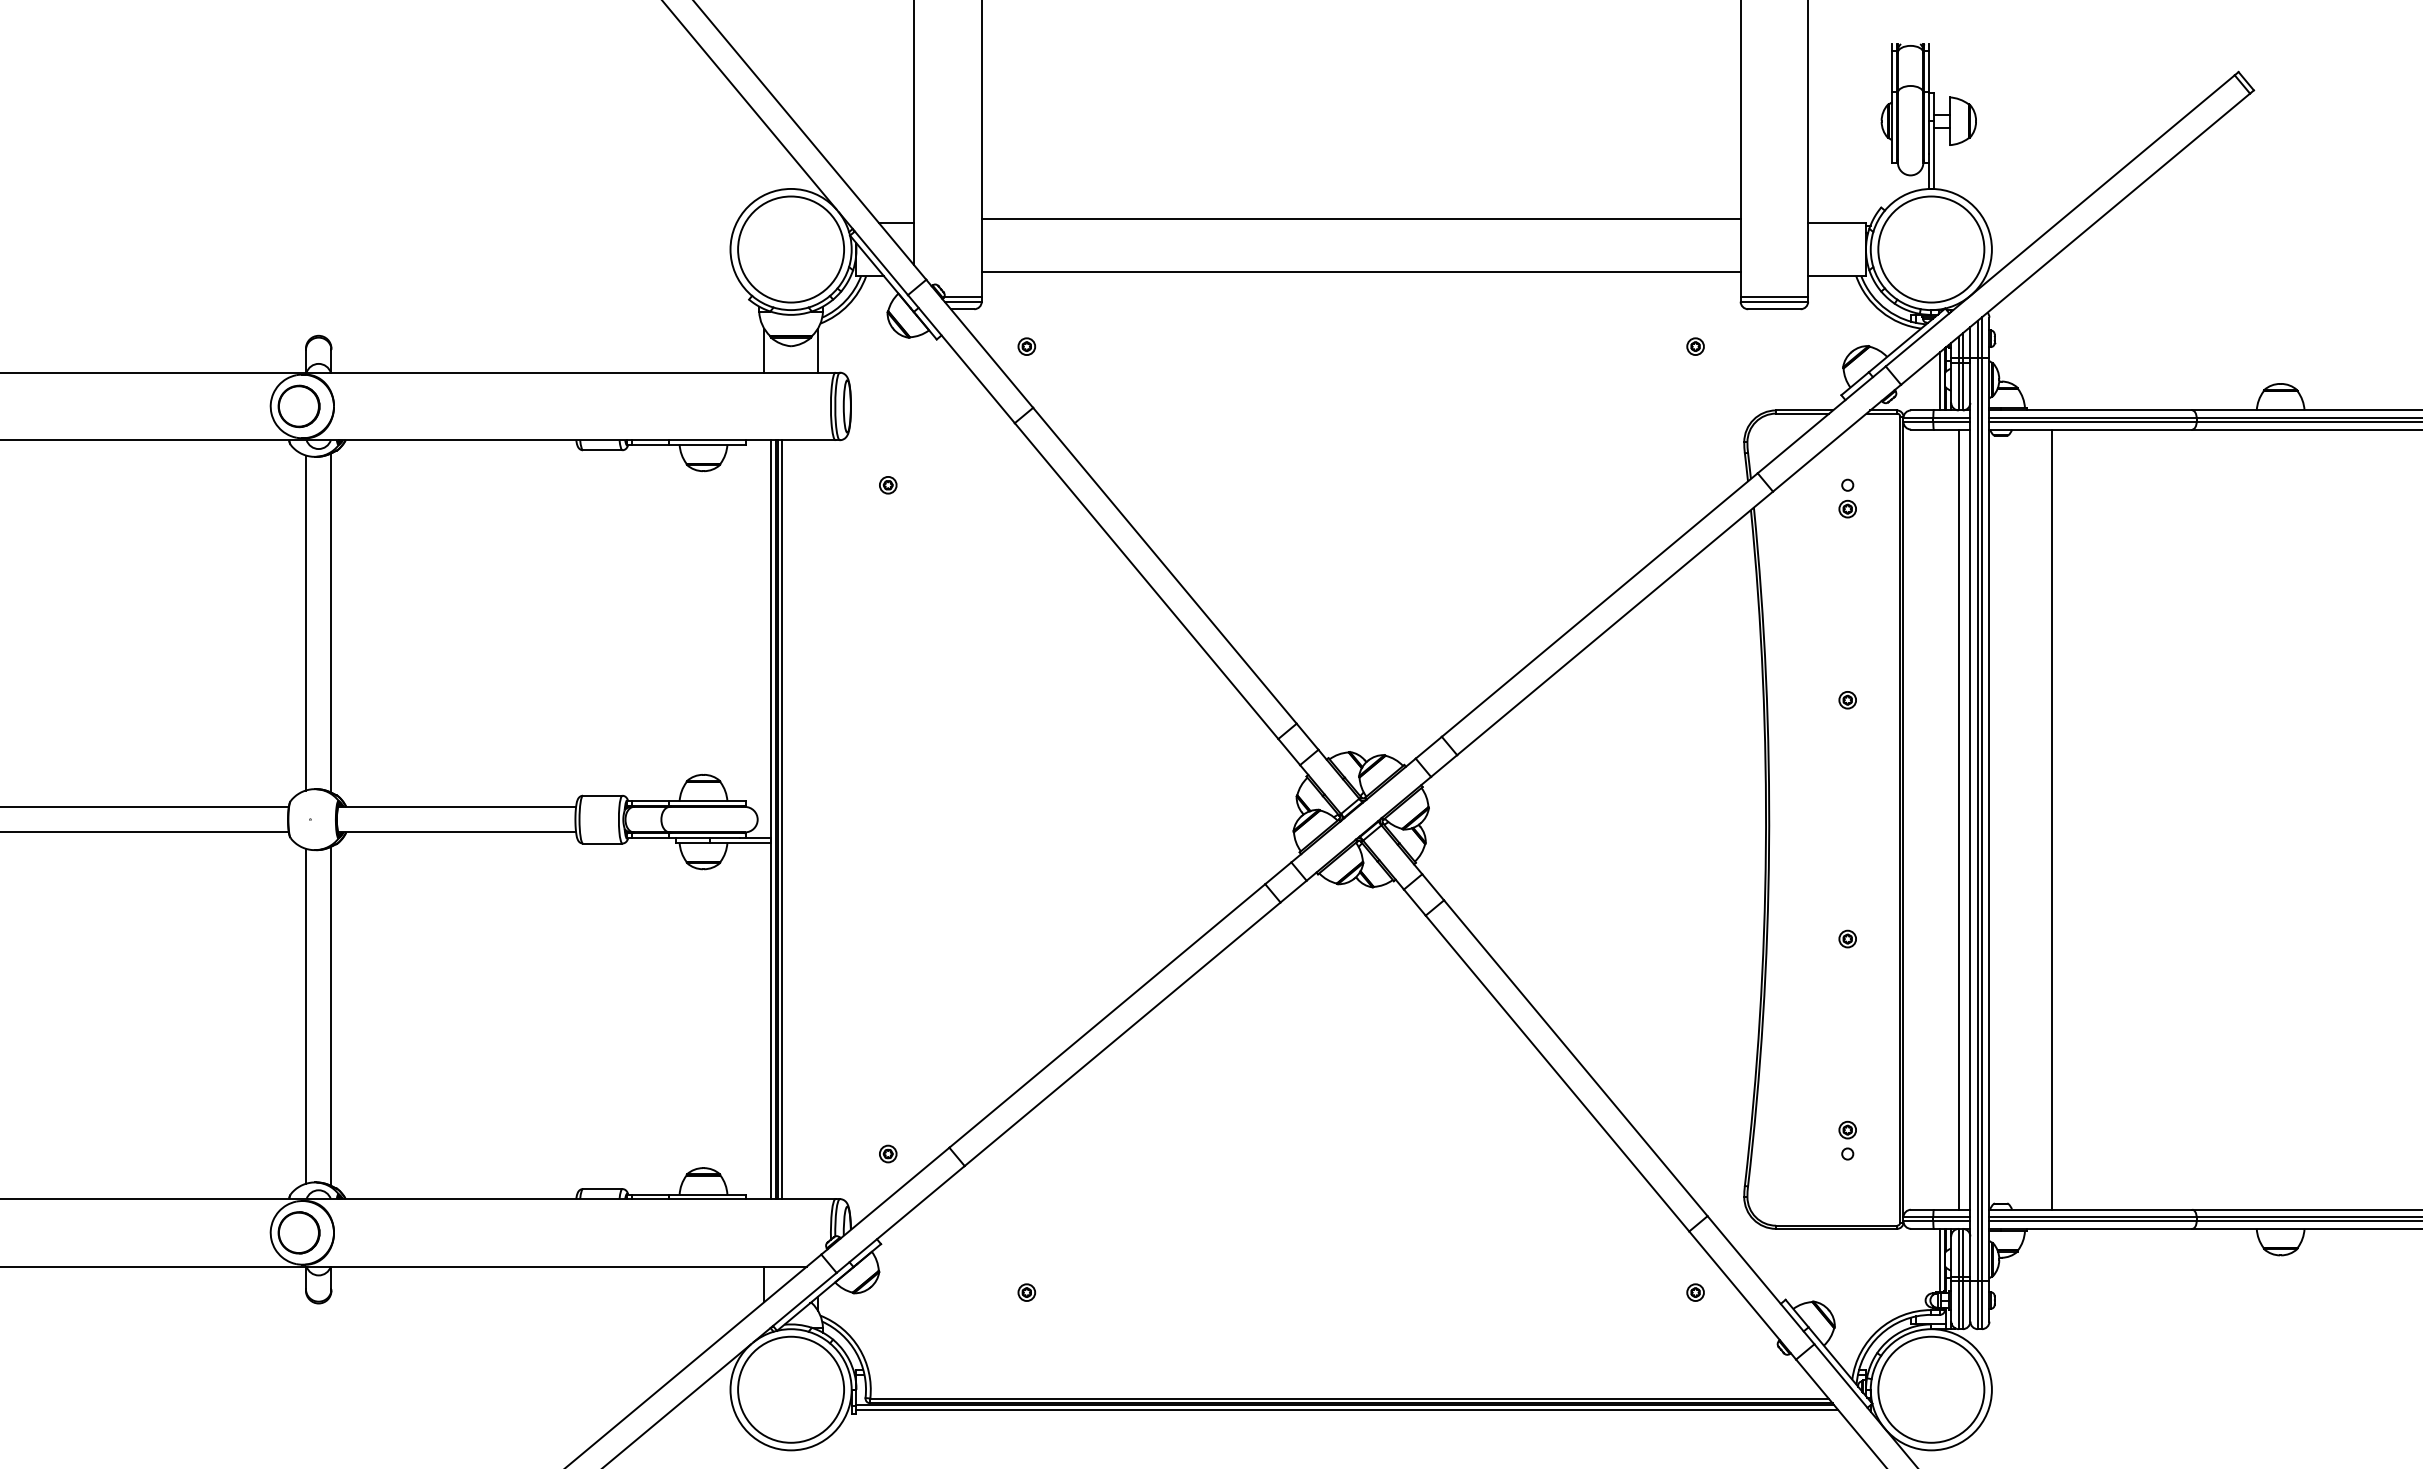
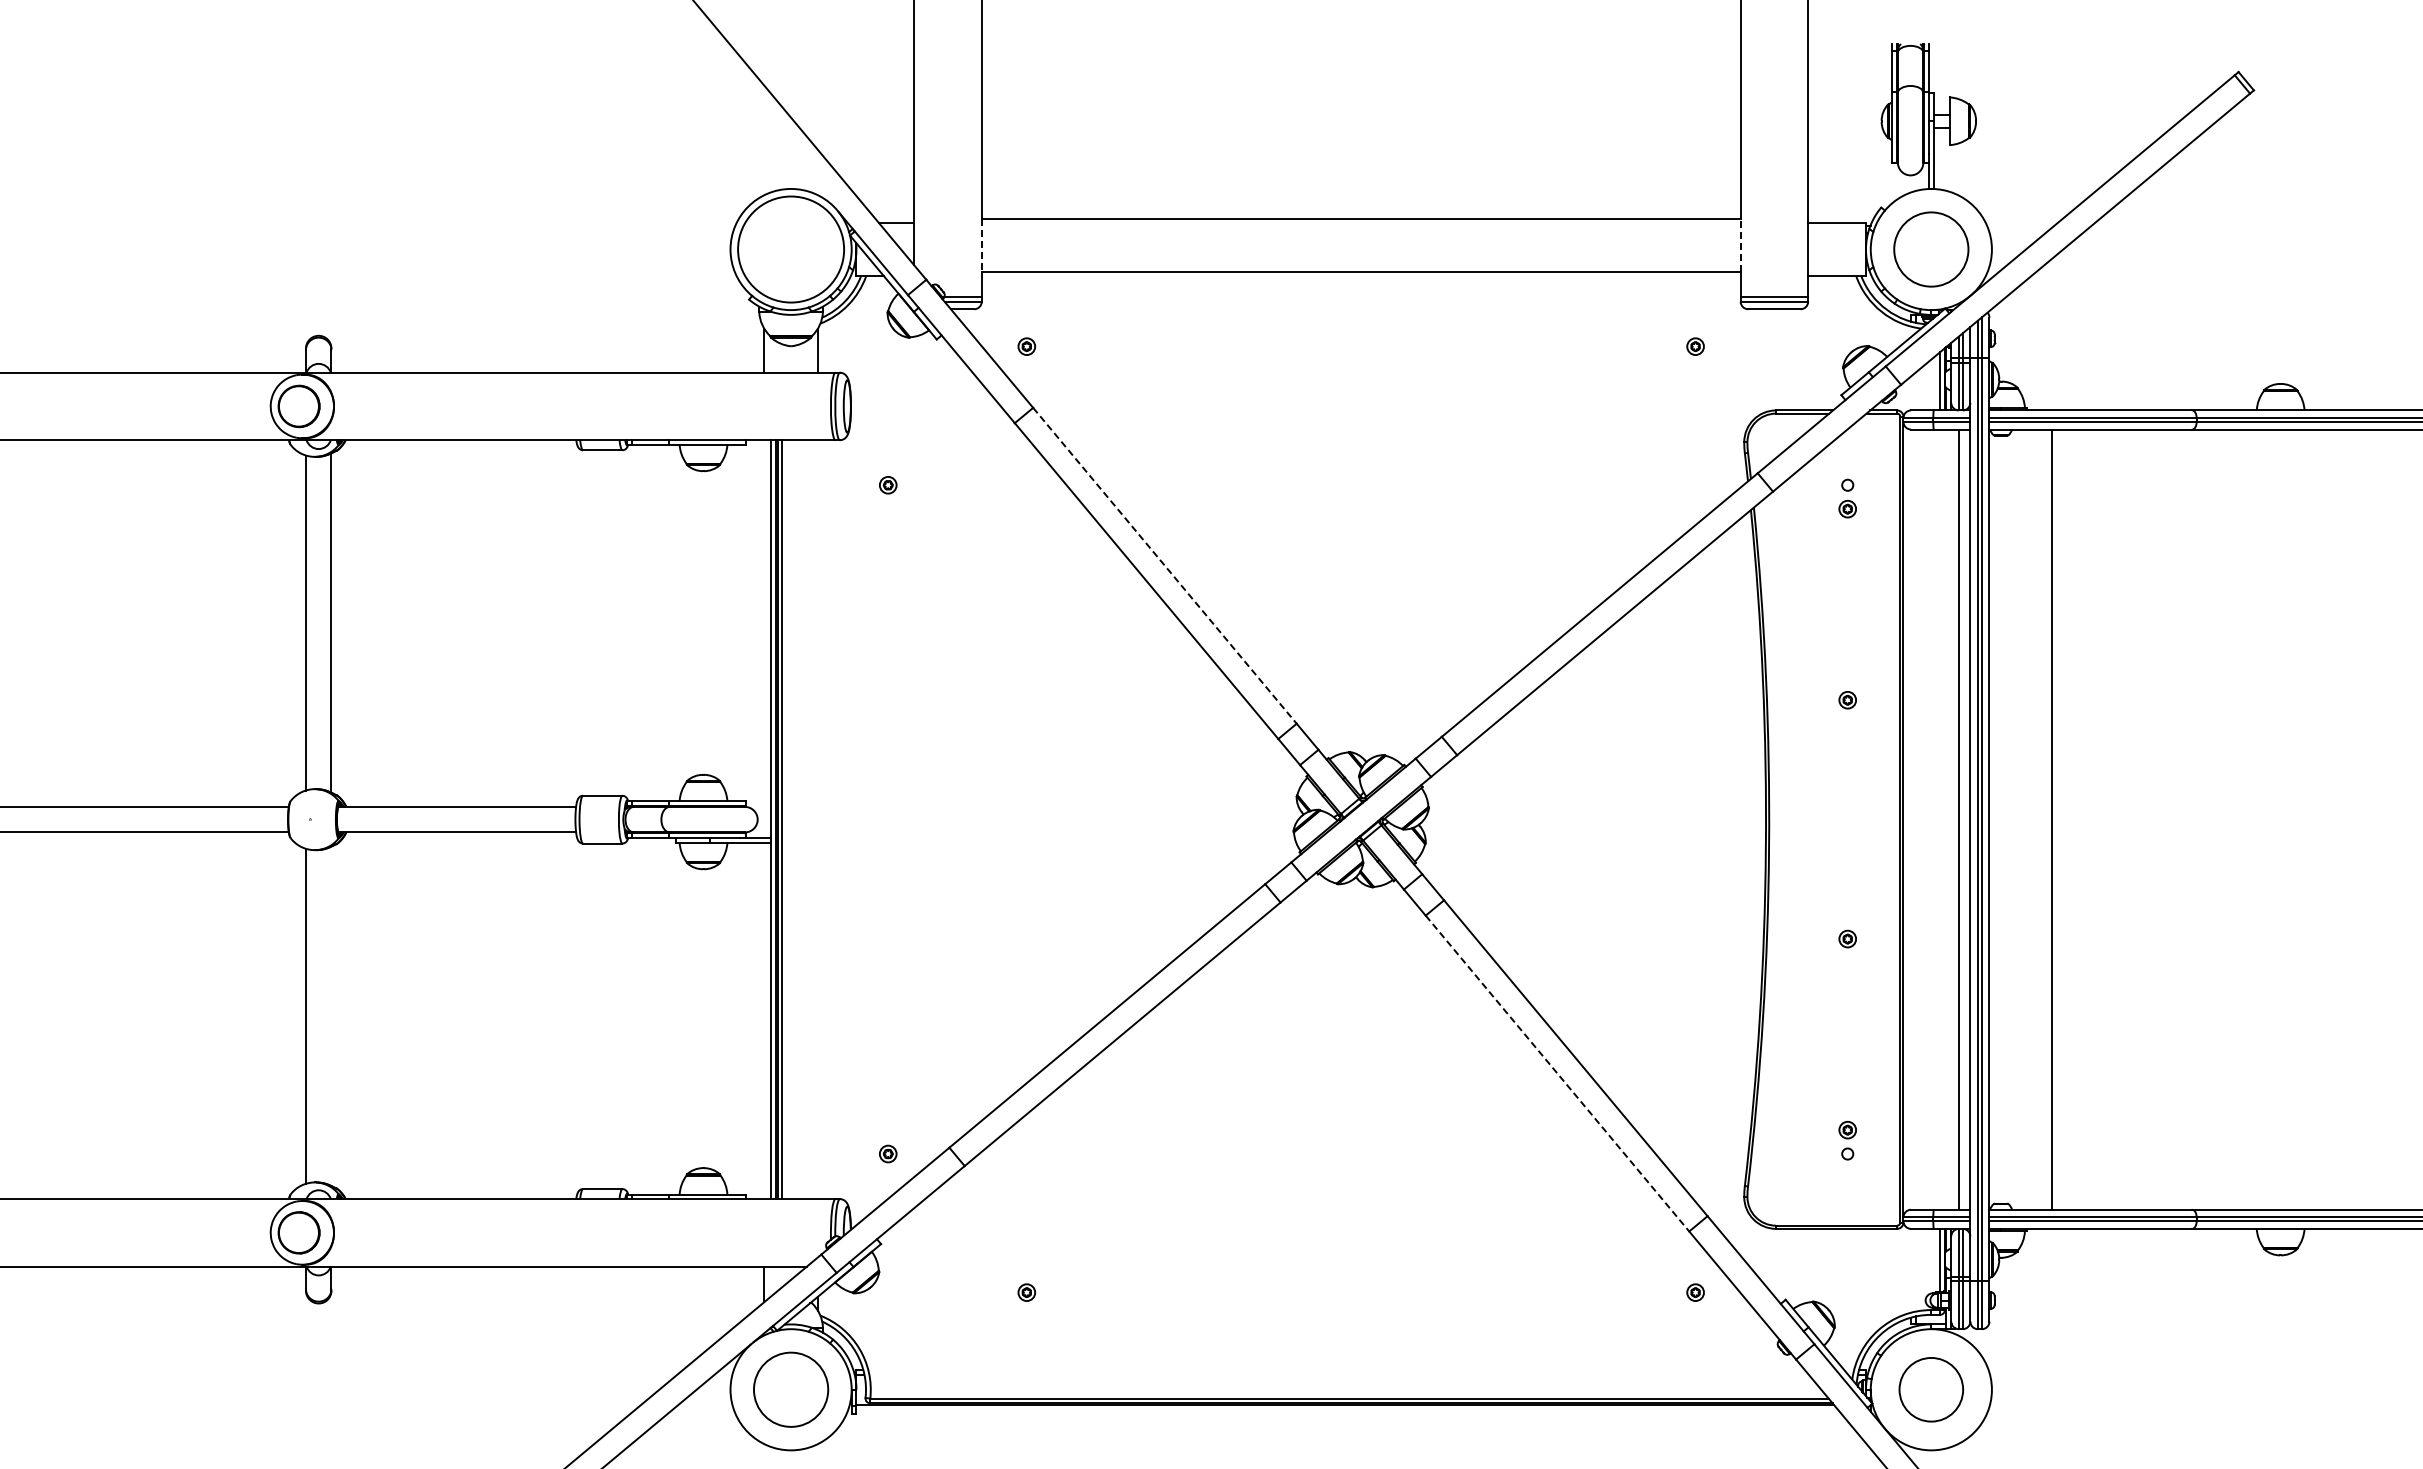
line at (749, 105): present -> none
line at (981, 245): solid -> dashed
line at (1740, 245): solid -> dashed
circle at (1931, 249) diameter: 106 px -> 74 px
line at (1164, 565): solid -> dashed
line at (331, 1016): present -> none
line at (1557, 1073): solid -> dashed
circle at (791, 1389) diameter: 106 px -> 74 px
circle at (1931, 1389) diameter: 106 px -> 64 px
line at (1346, 1409): present -> none
